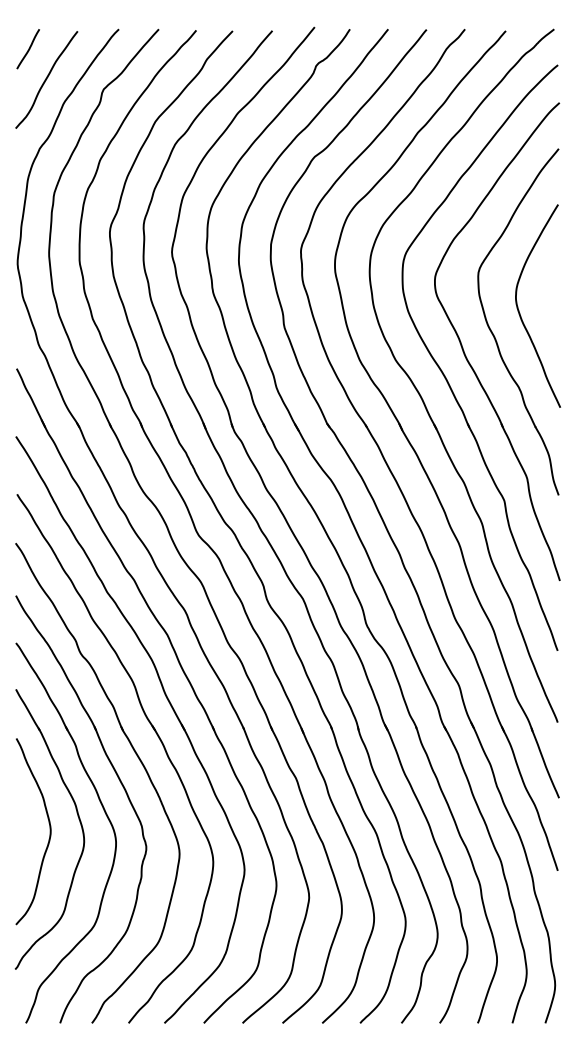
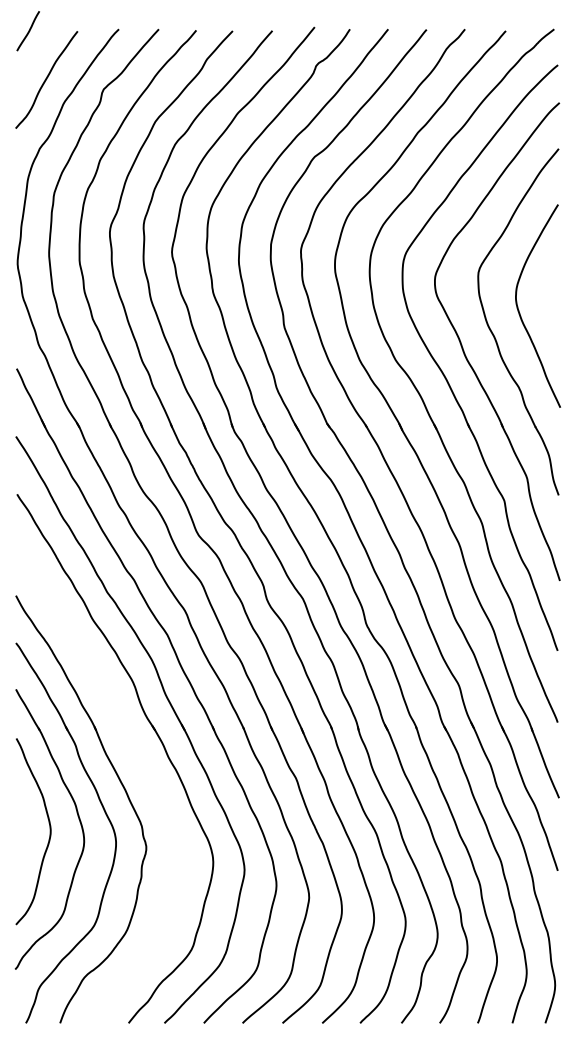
curve at (28, 49) position: (28, 49) -> (28, 31)
part at (138, 759): present -> none
